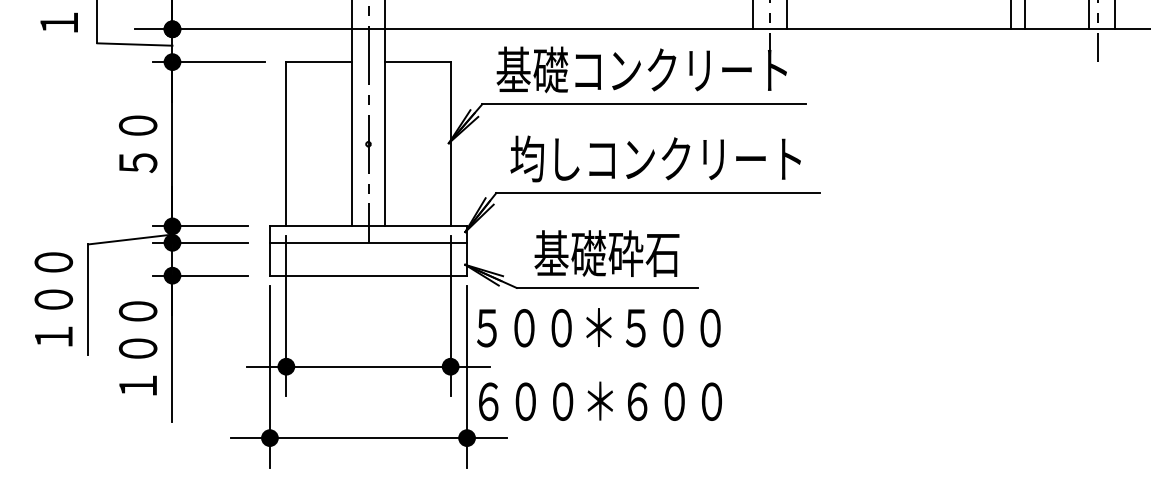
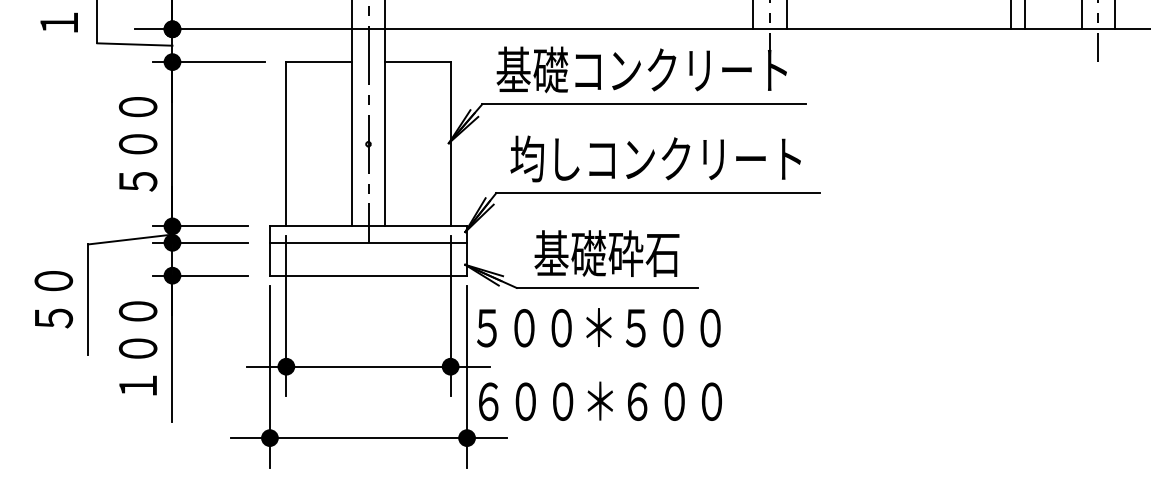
line at (1088, 15) position: (1088, 15) -> (1081, 15)
text at (137, 144): ５０ -> ５００
text at (53, 299): １００ -> ５０
